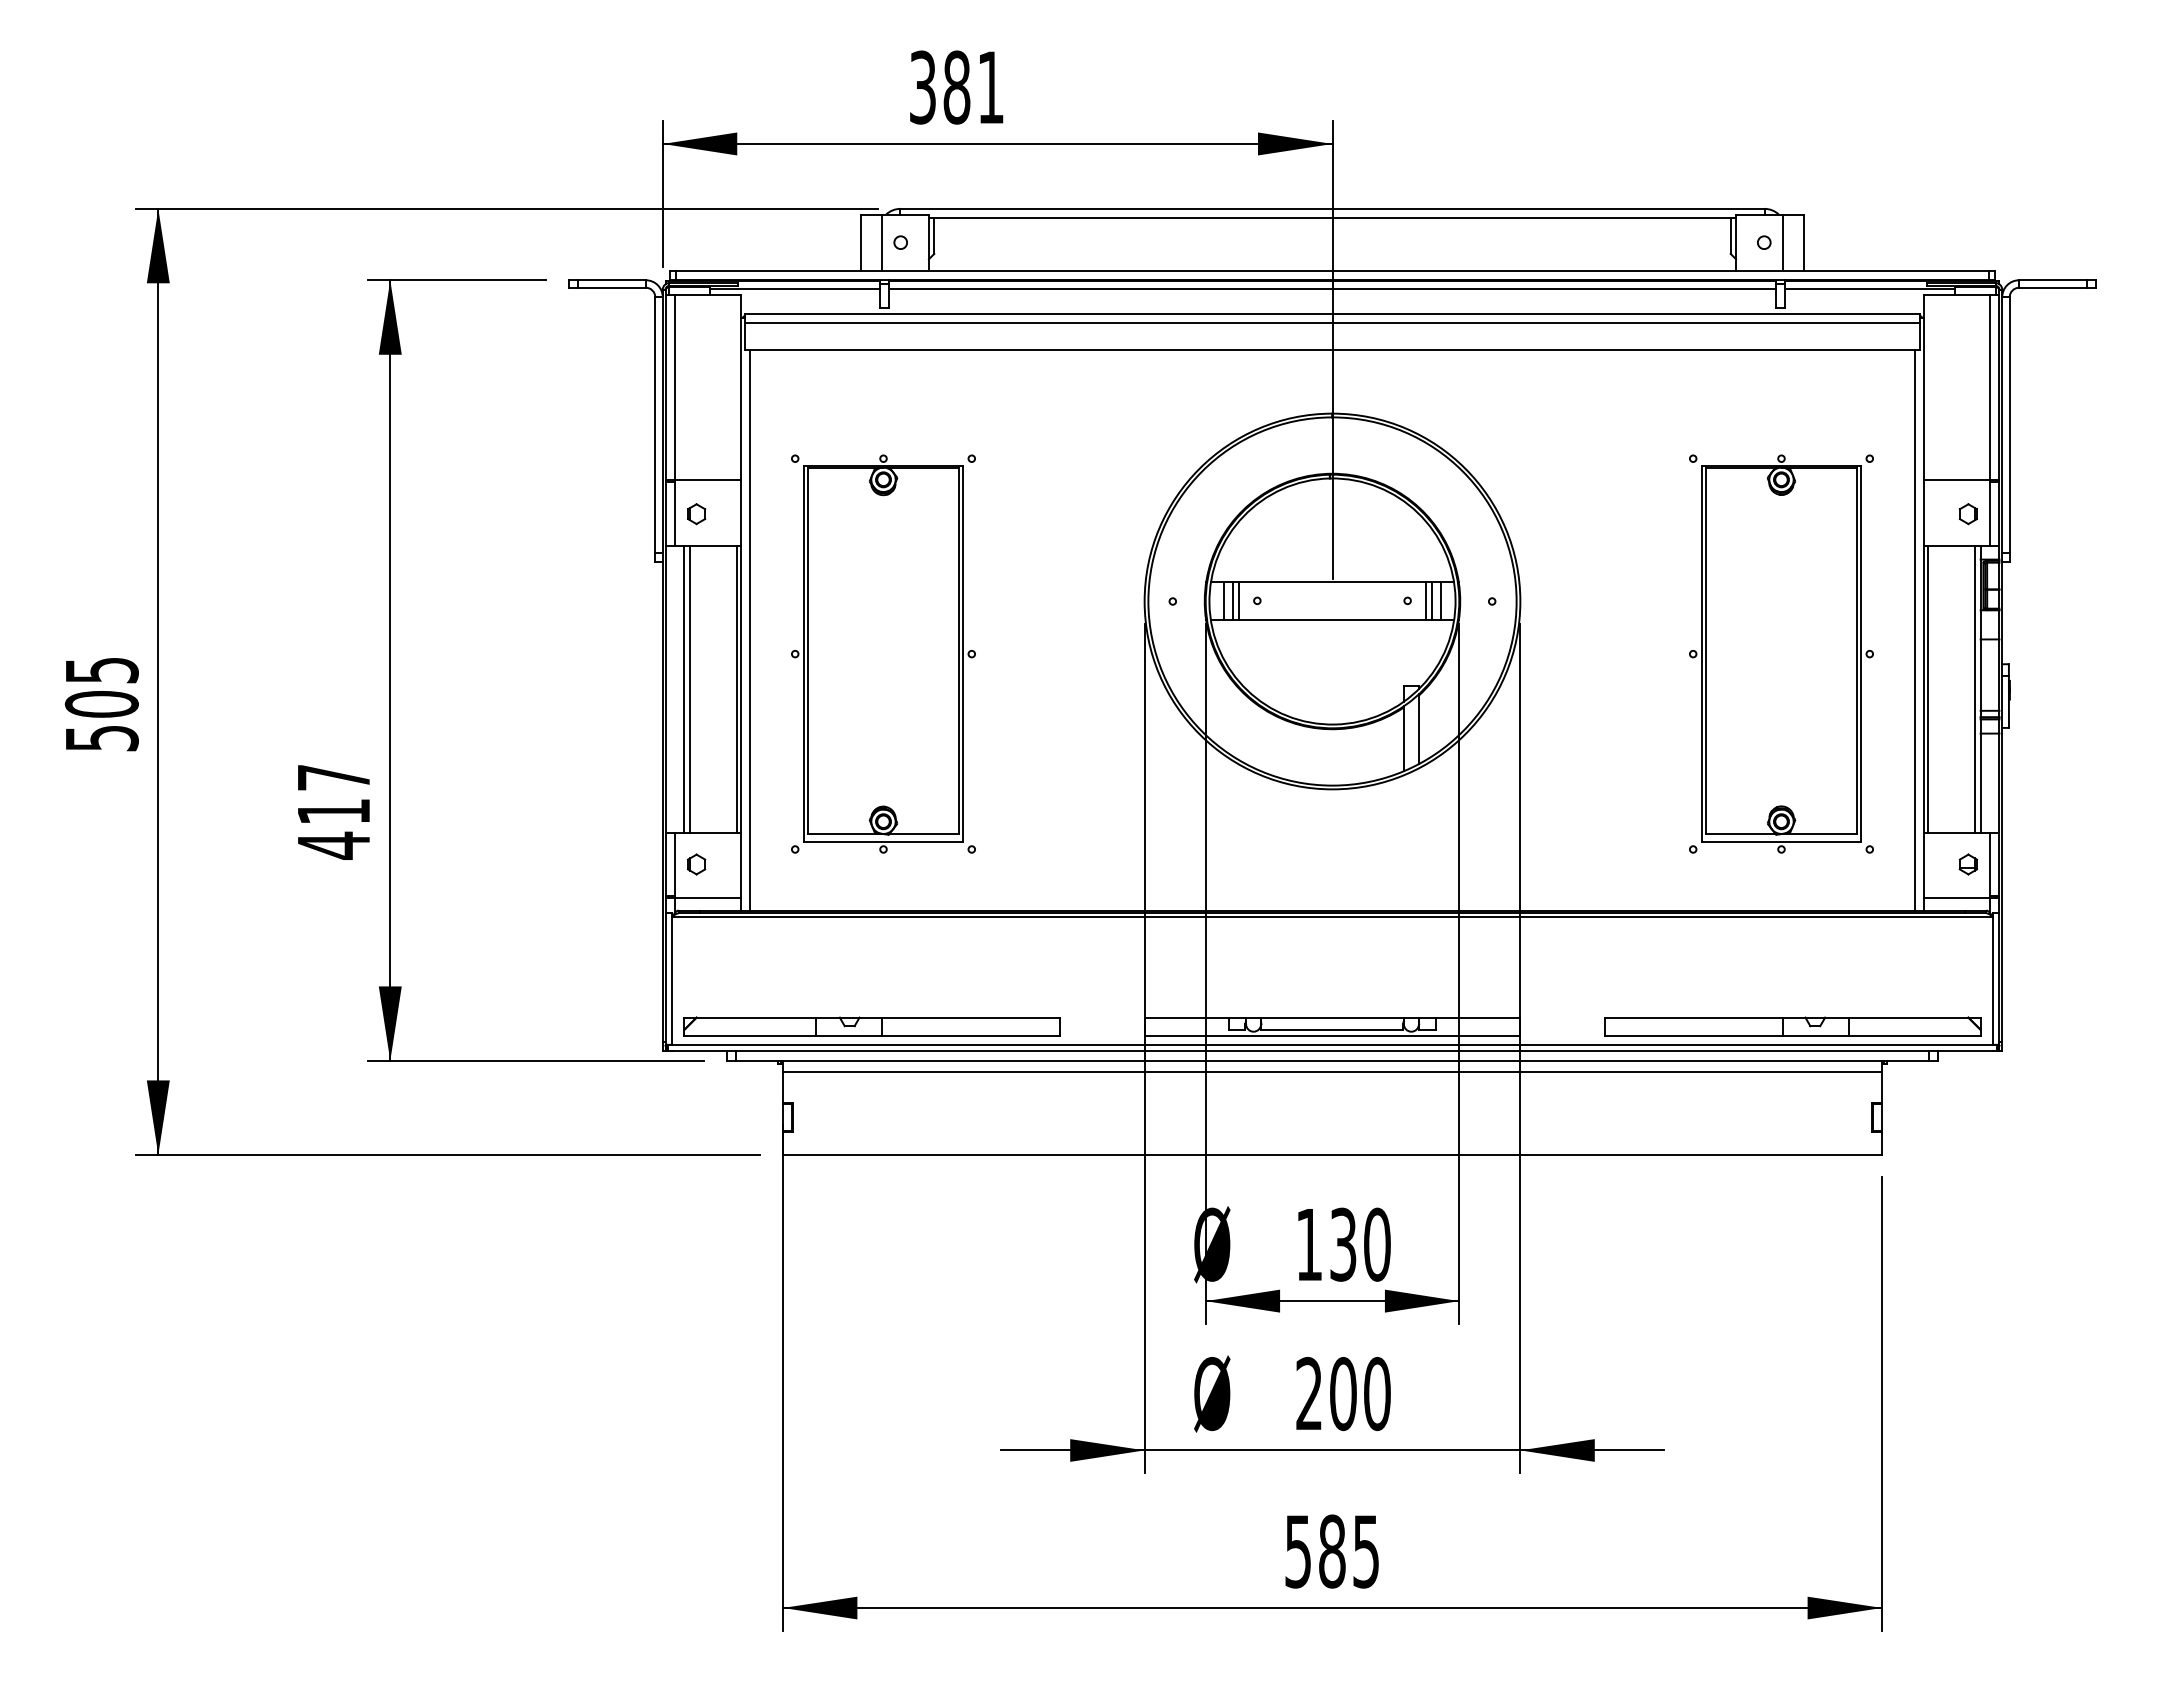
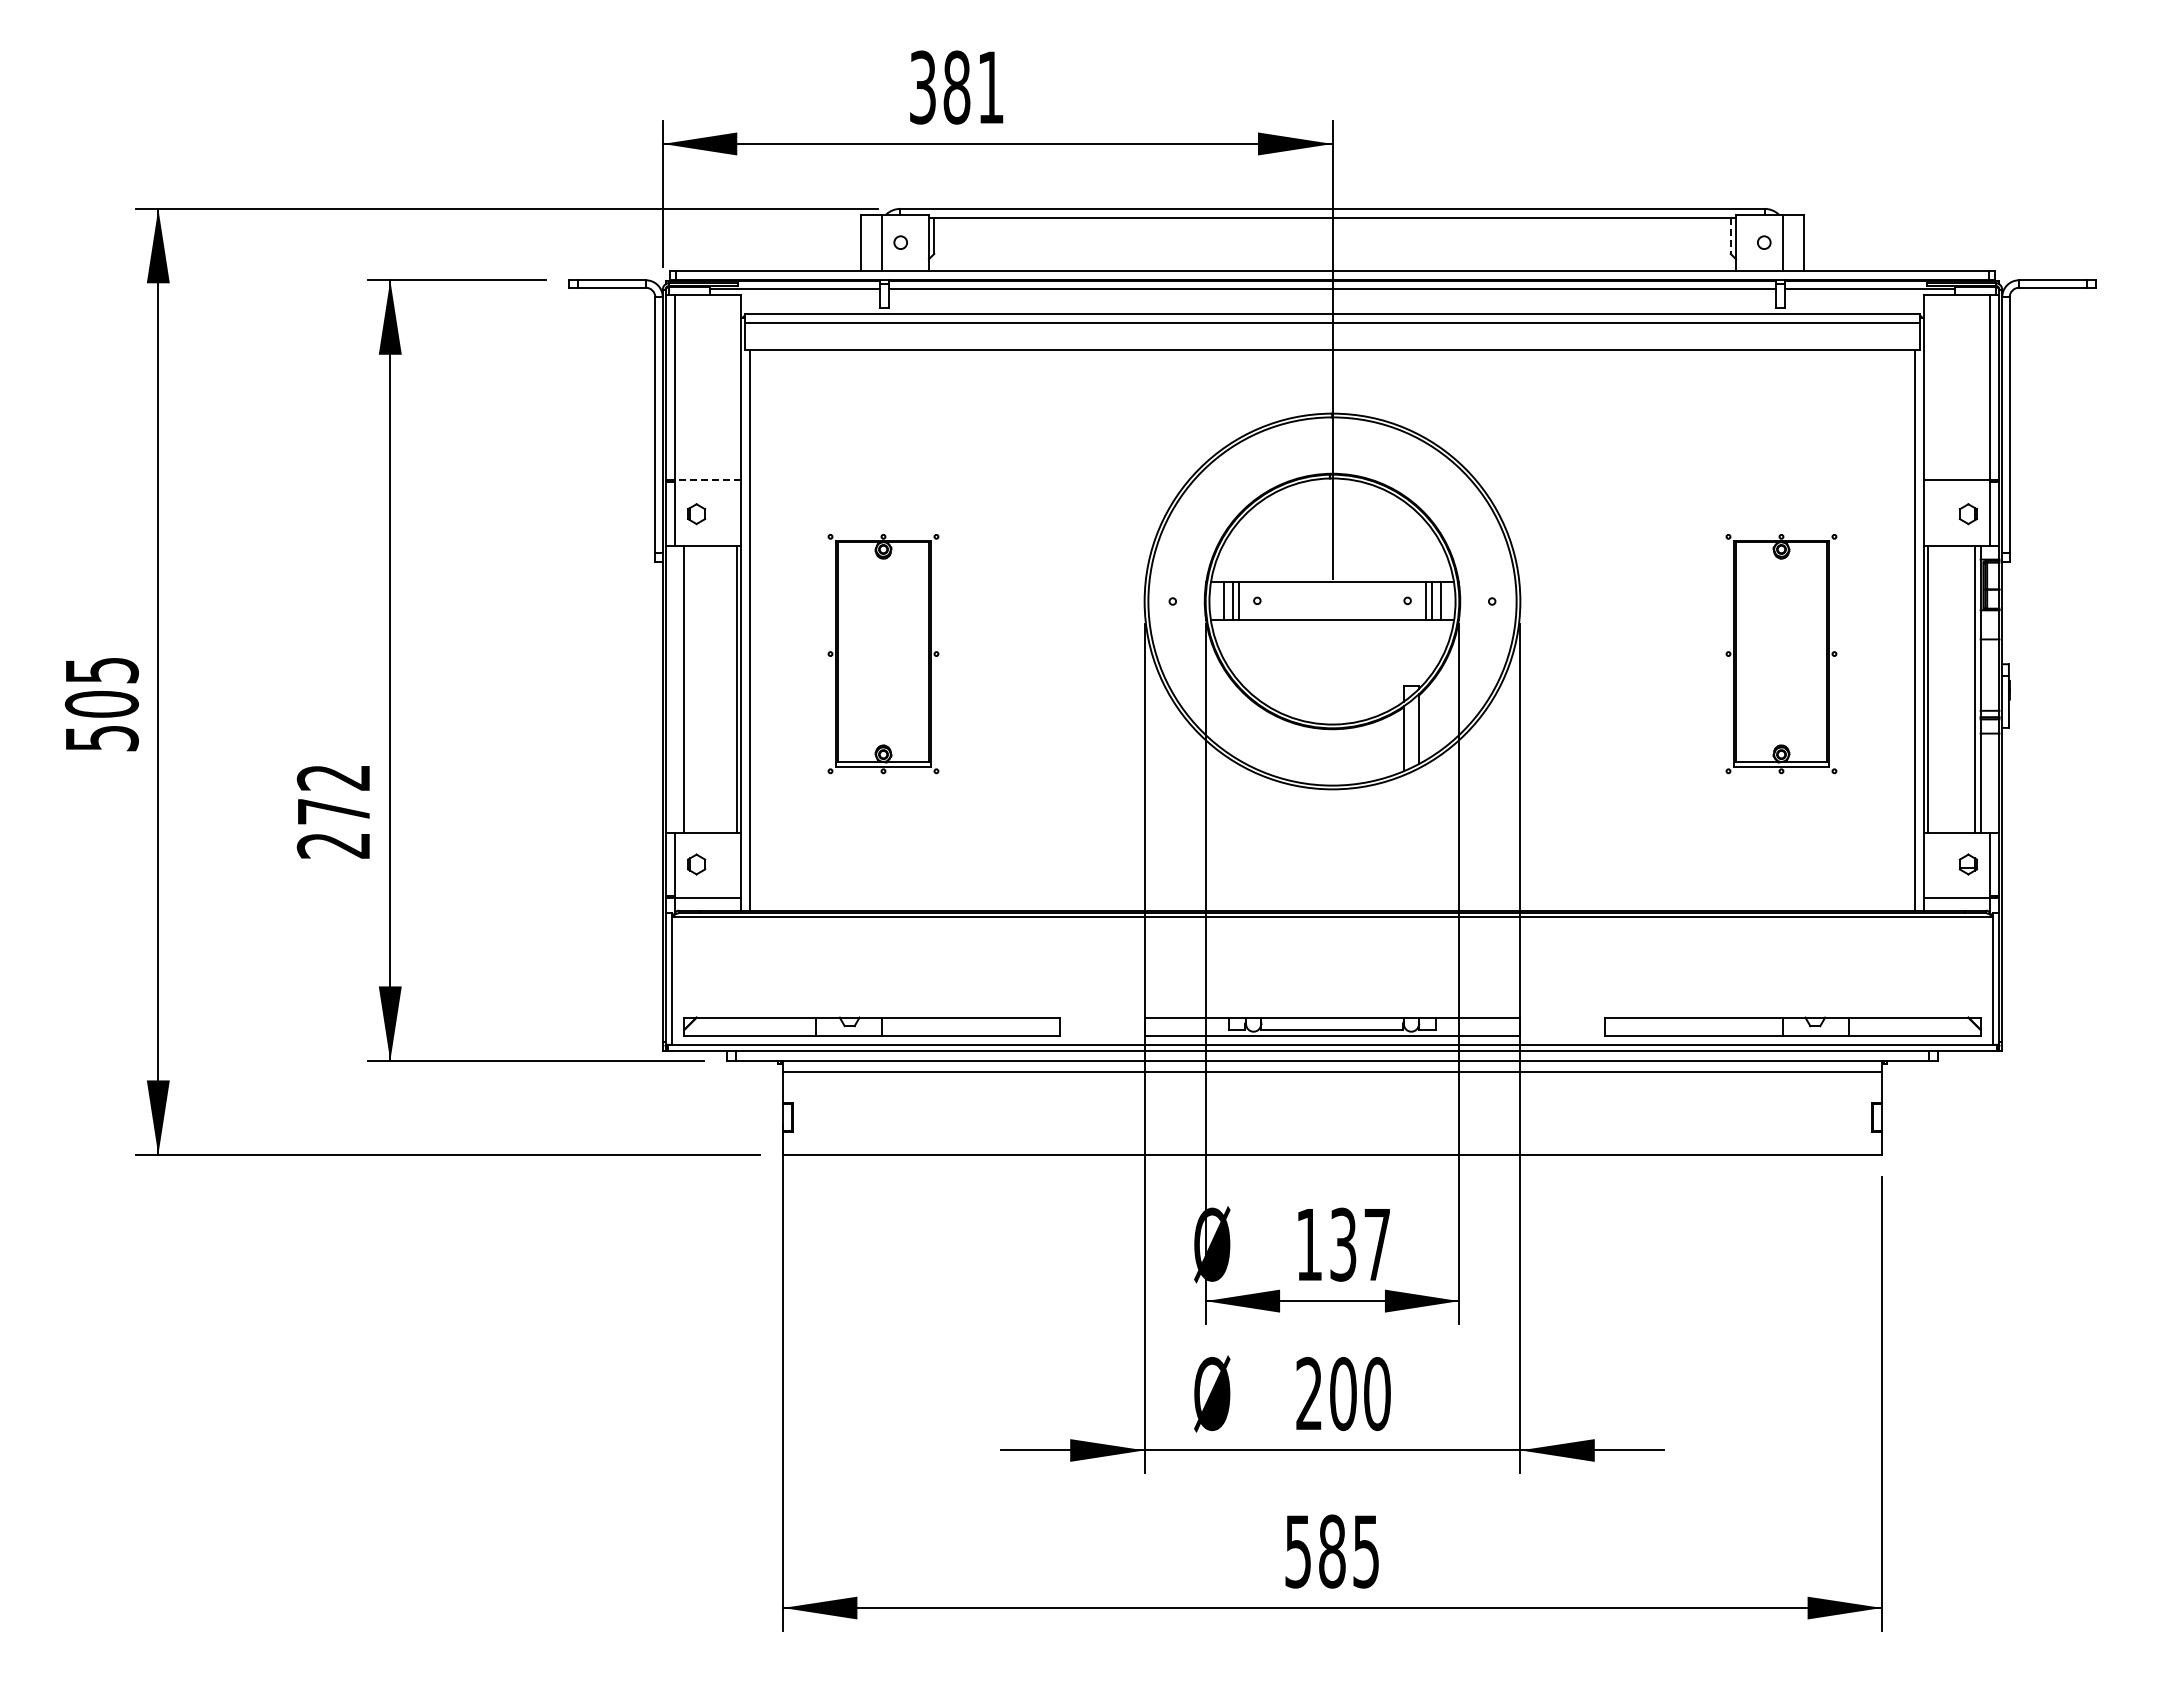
line at (1730, 236): solid -> dashed
line at (707, 480): solid -> dashed
part at (883, 653) size: 185x400 px -> 113x241 px
part at (1781, 653) size: 185x400 px -> 113x241 px
line at (690, 689): present -> none
text at (332, 812): 417 -> 272
text at (1377, 1244): 130 -> 137
